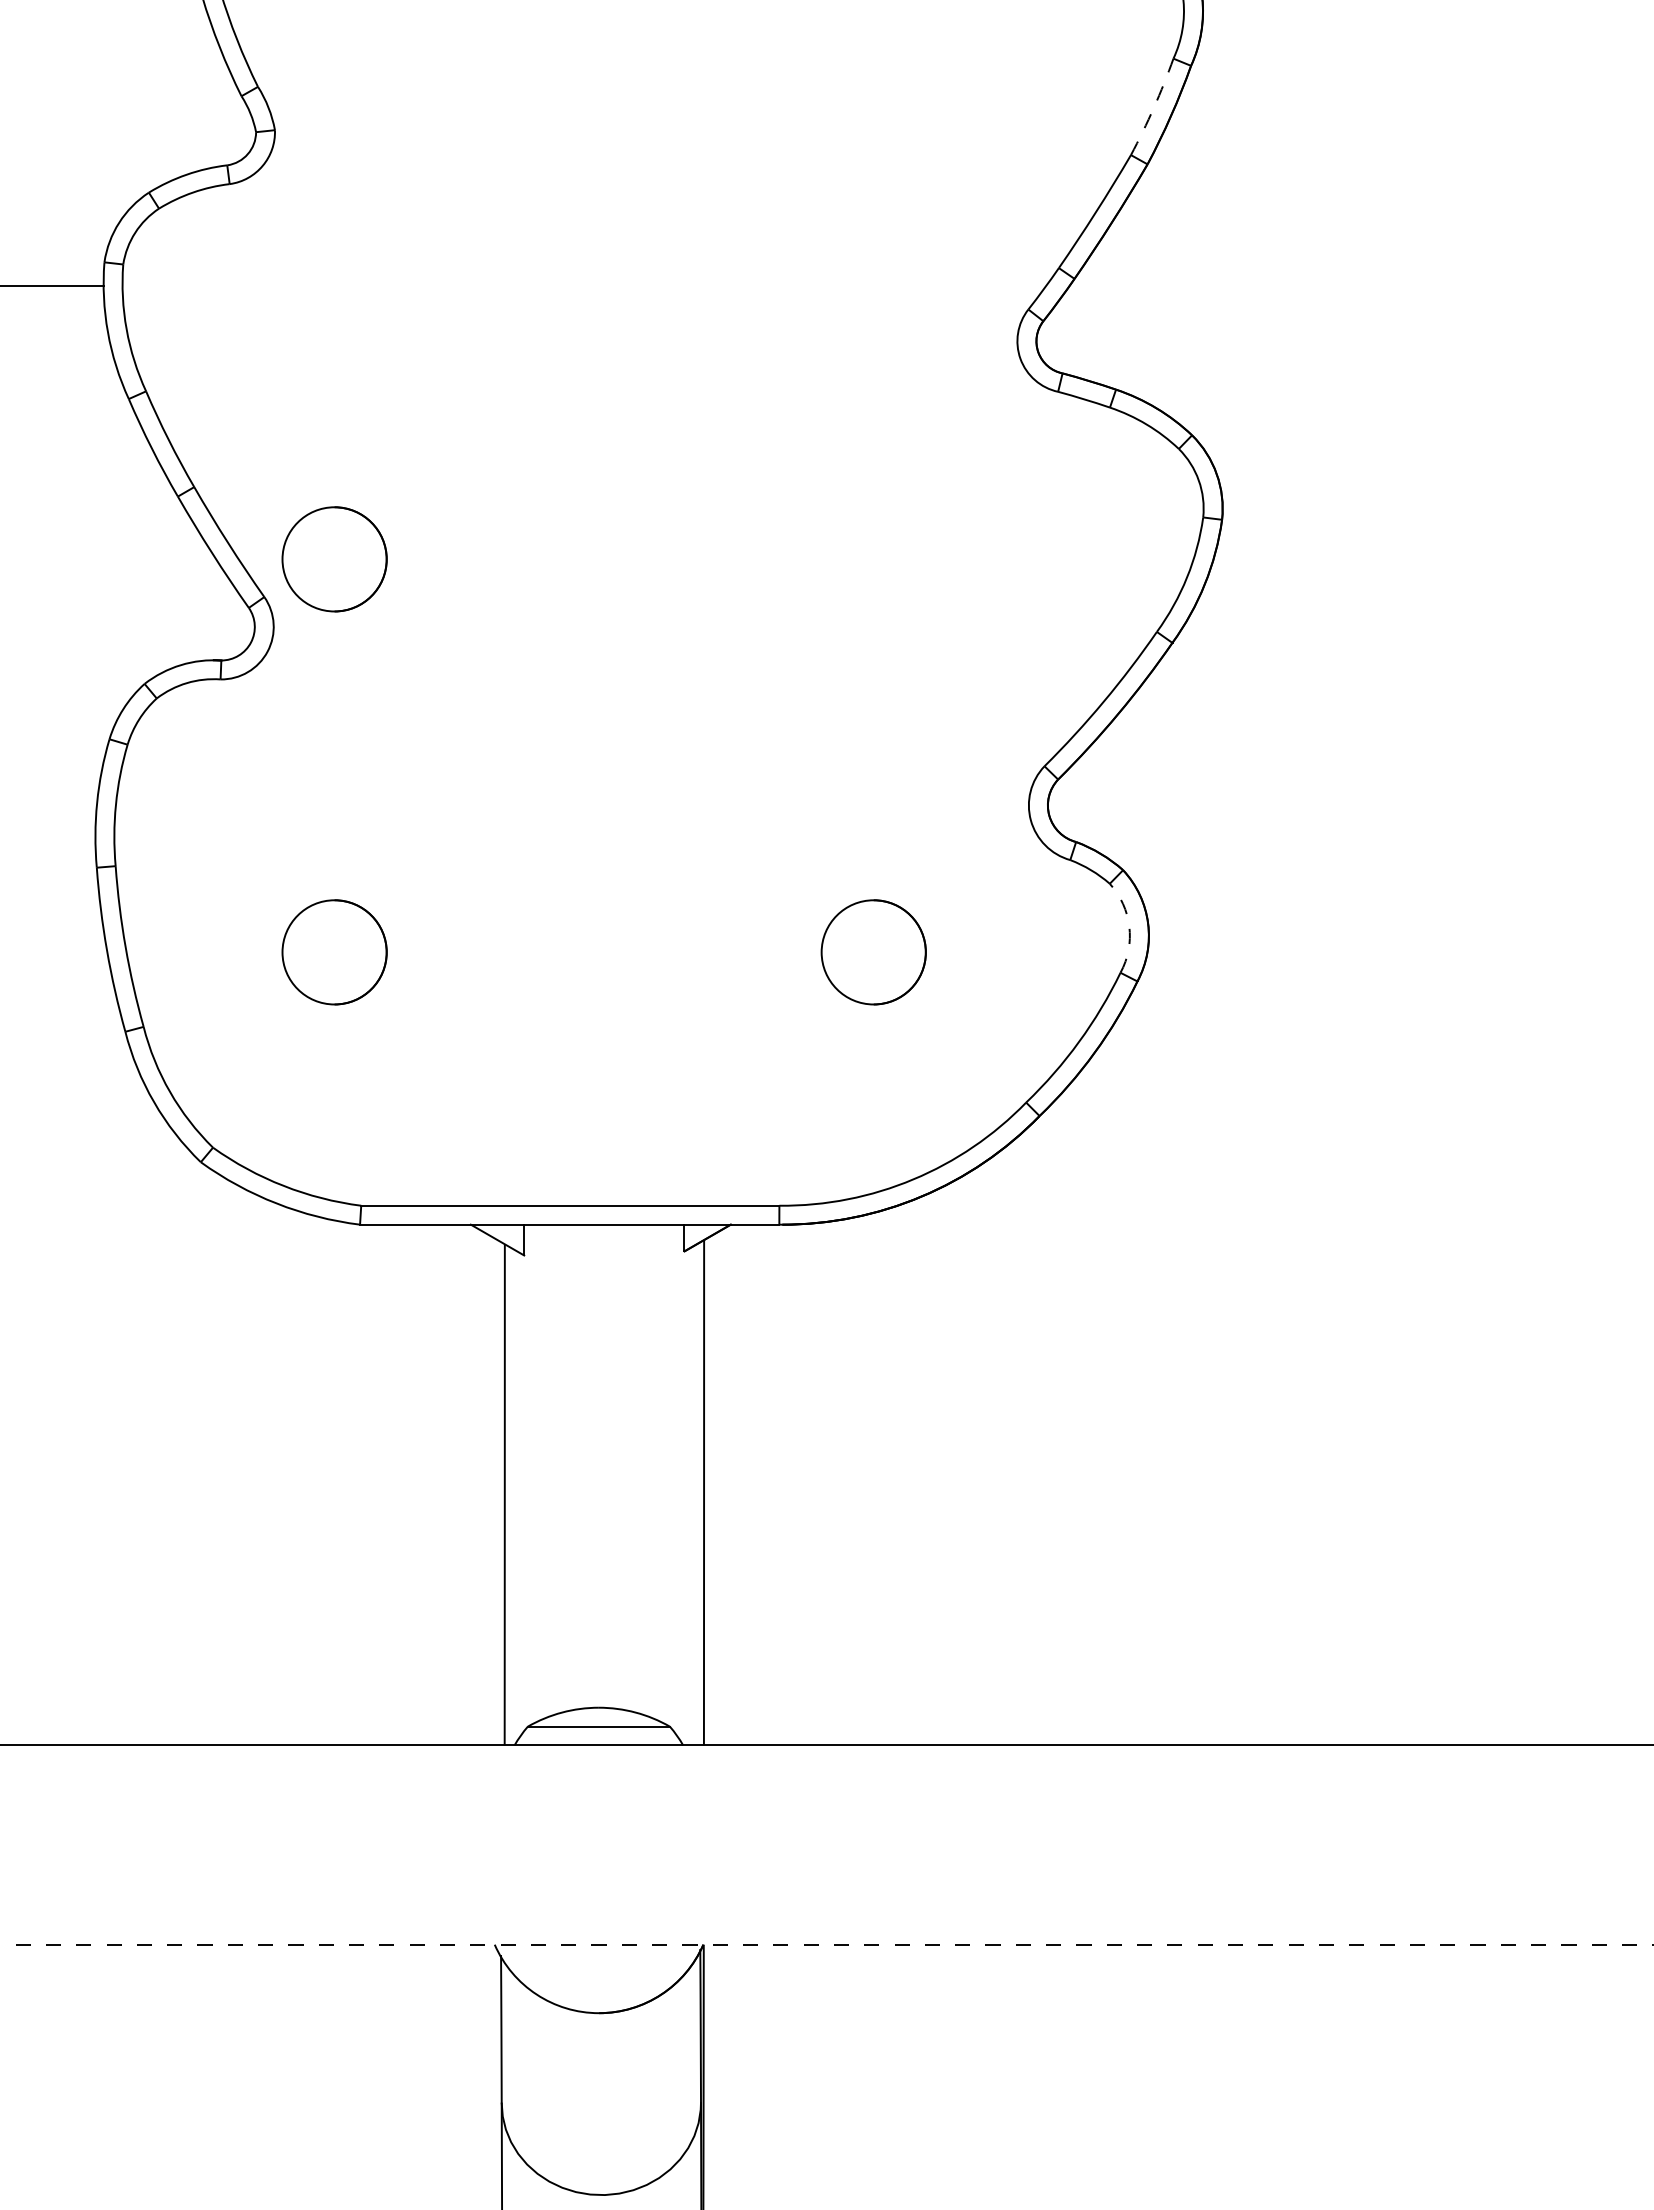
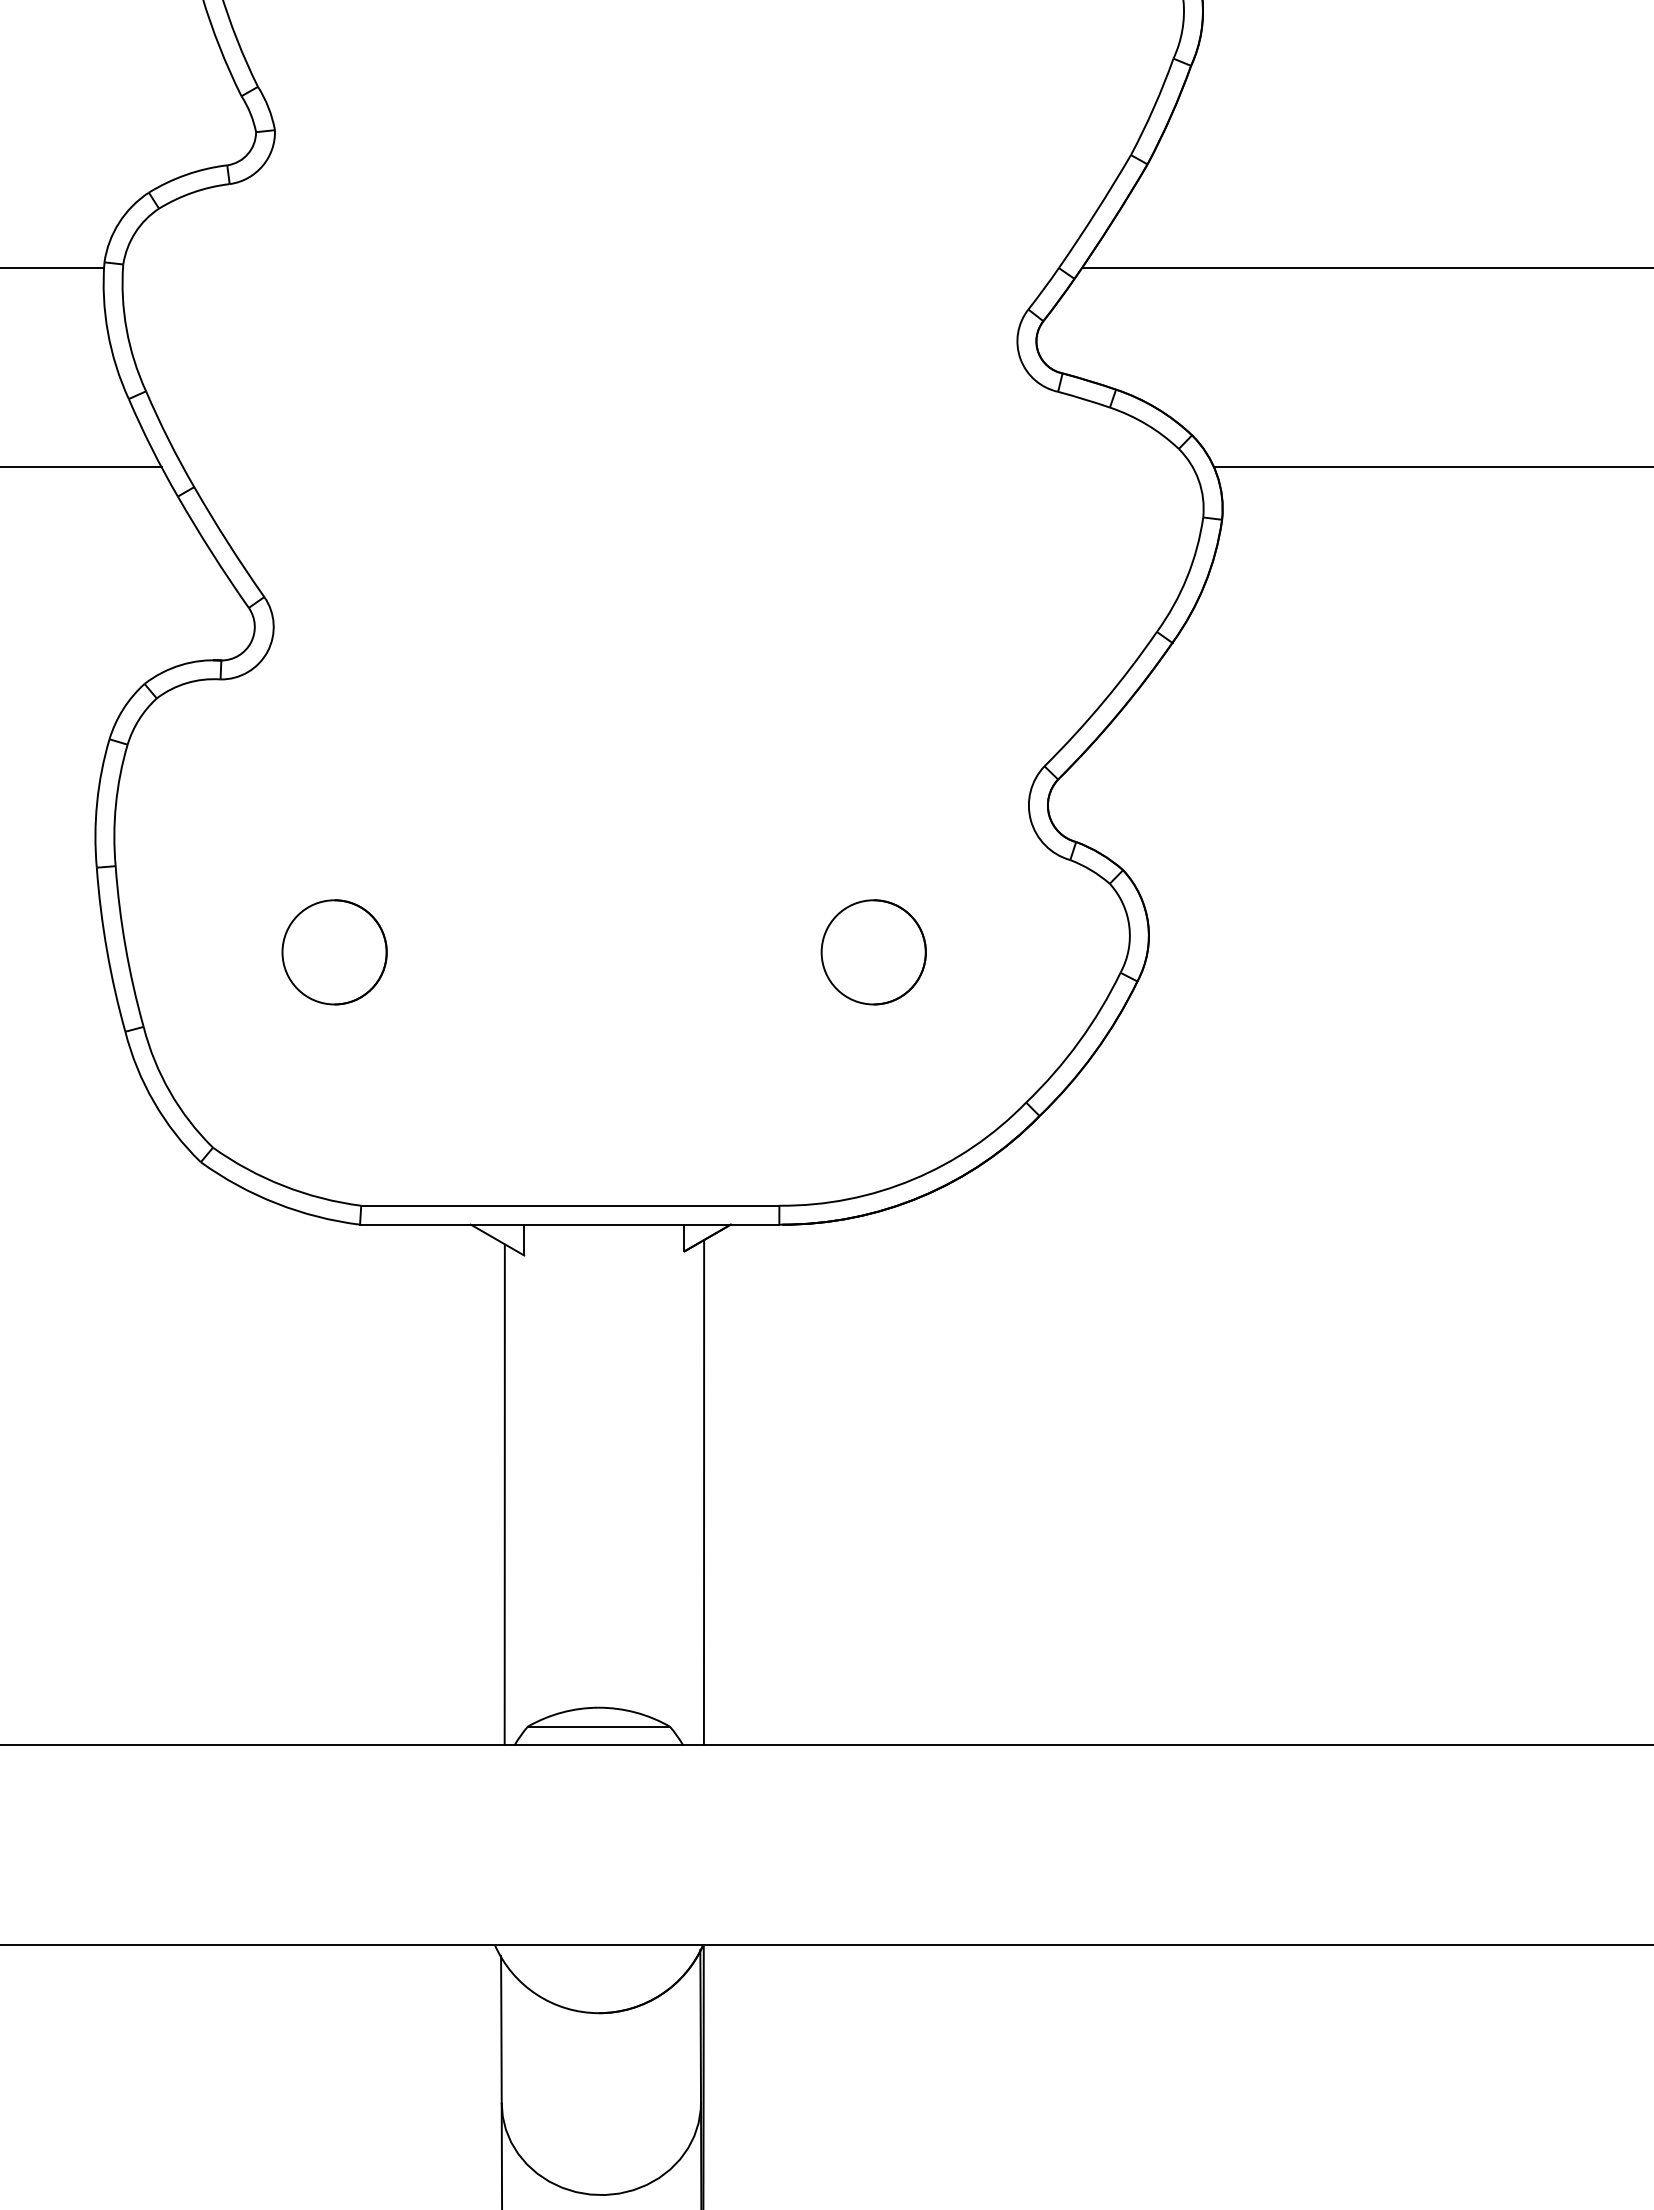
arc at (1153, 107): dashed -> solid
line at (1366, 267): none -> present
line at (53, 285) position: (53, 285) -> (53, 267)
line at (81, 467): none -> present
line at (1432, 467): none -> present
circle at (334, 559): present -> none
arc at (1129, 926): dashed -> solid
line at (827, 1944): dashed -> solid
